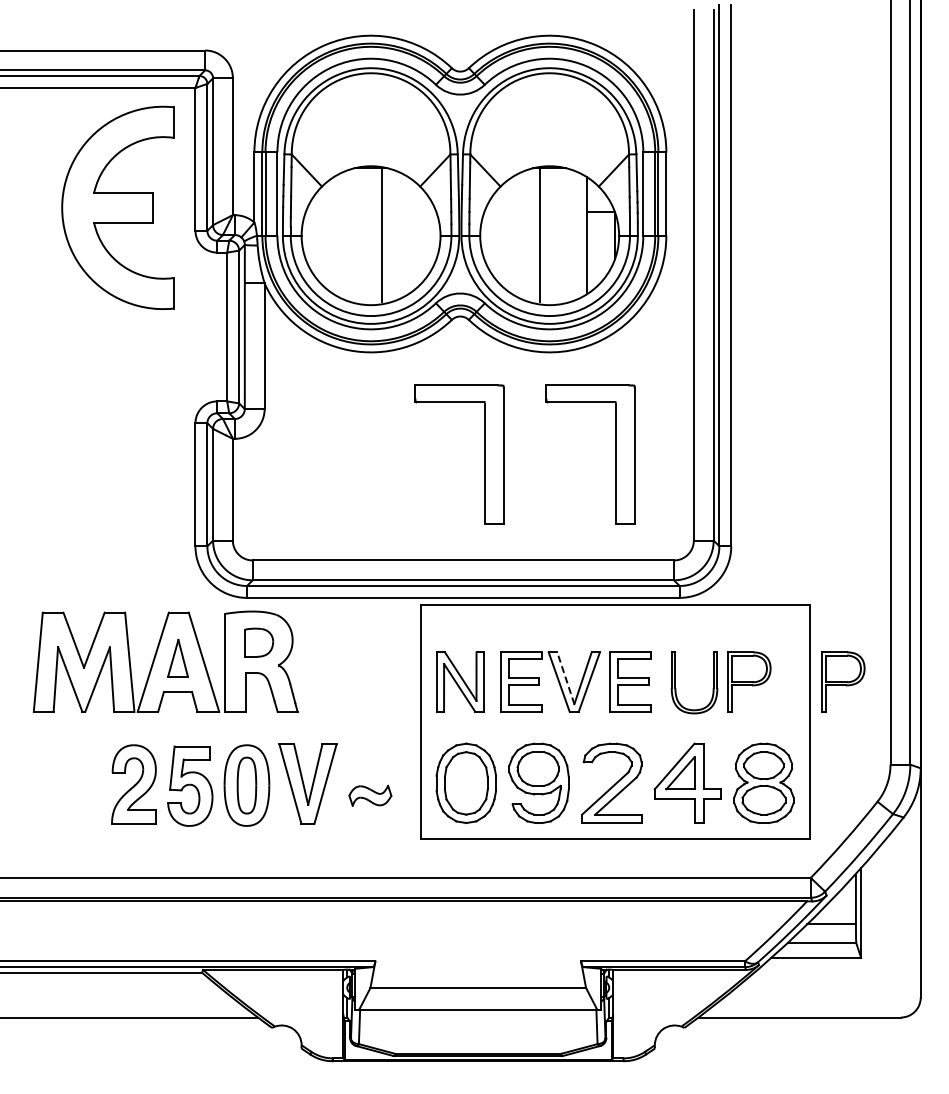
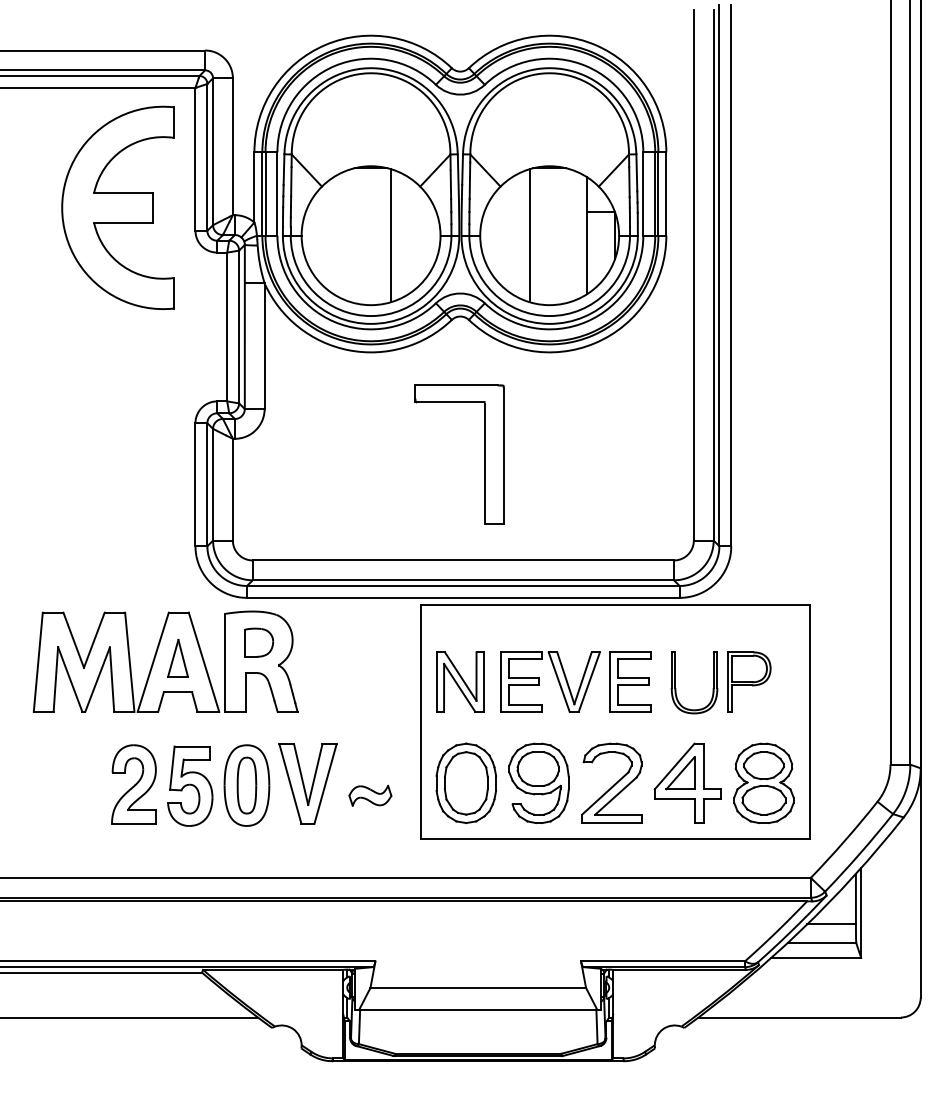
line at (381, 235) position: (381, 235) -> (390, 235)
line at (539, 235) position: (539, 235) -> (529, 235)
part at (615, 454): present -> none
line at (565, 677): dashed -> solid
part at (843, 681): present -> none
